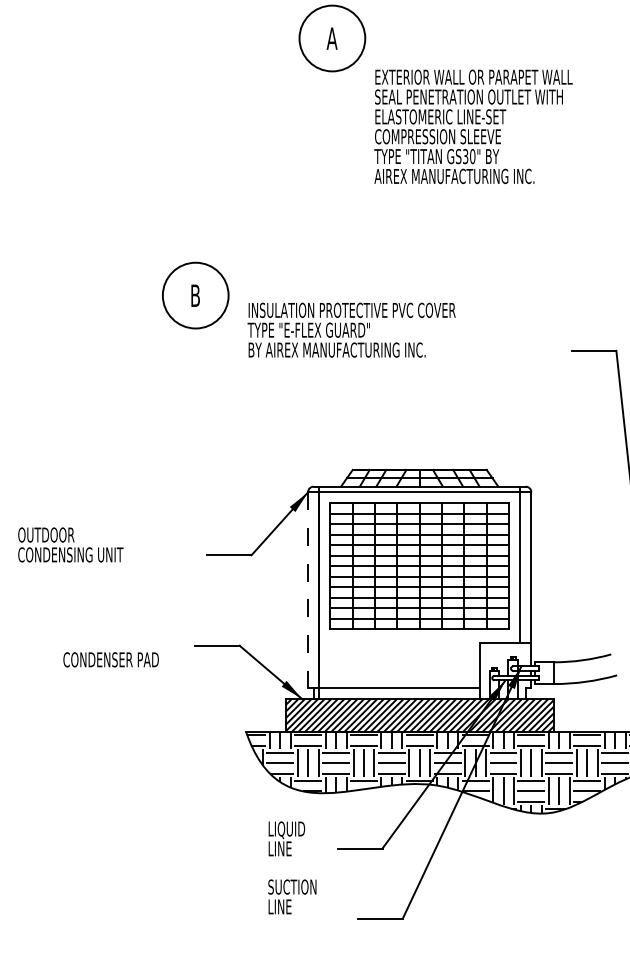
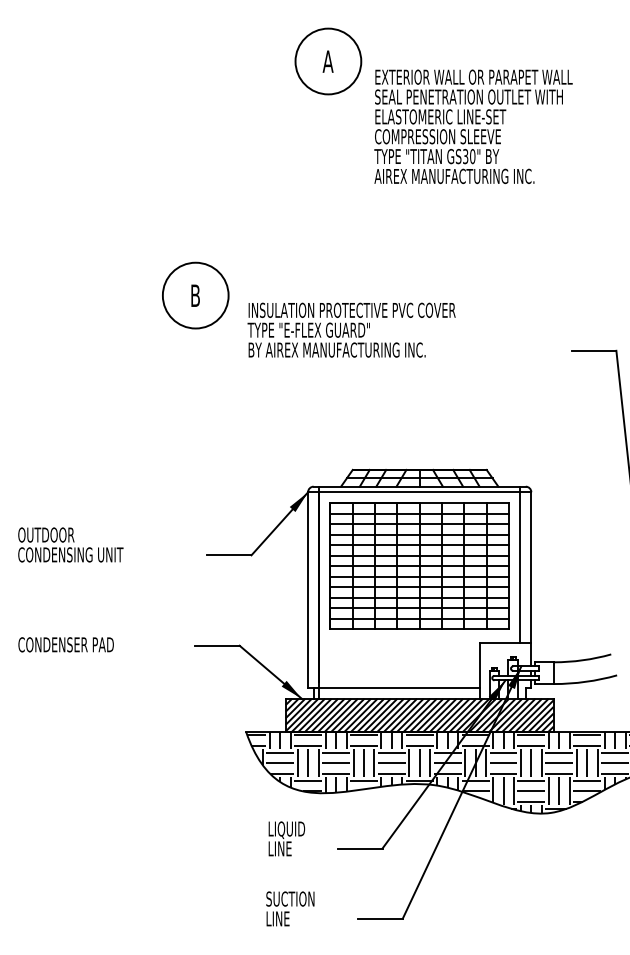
part at (332, 38) position: (332, 38) -> (328, 61)
line at (308, 589): dashed -> solid
text at (110, 659) position: (110, 659) -> (65, 644)
text at (292, 896) position: (292, 896) -> (290, 908)
